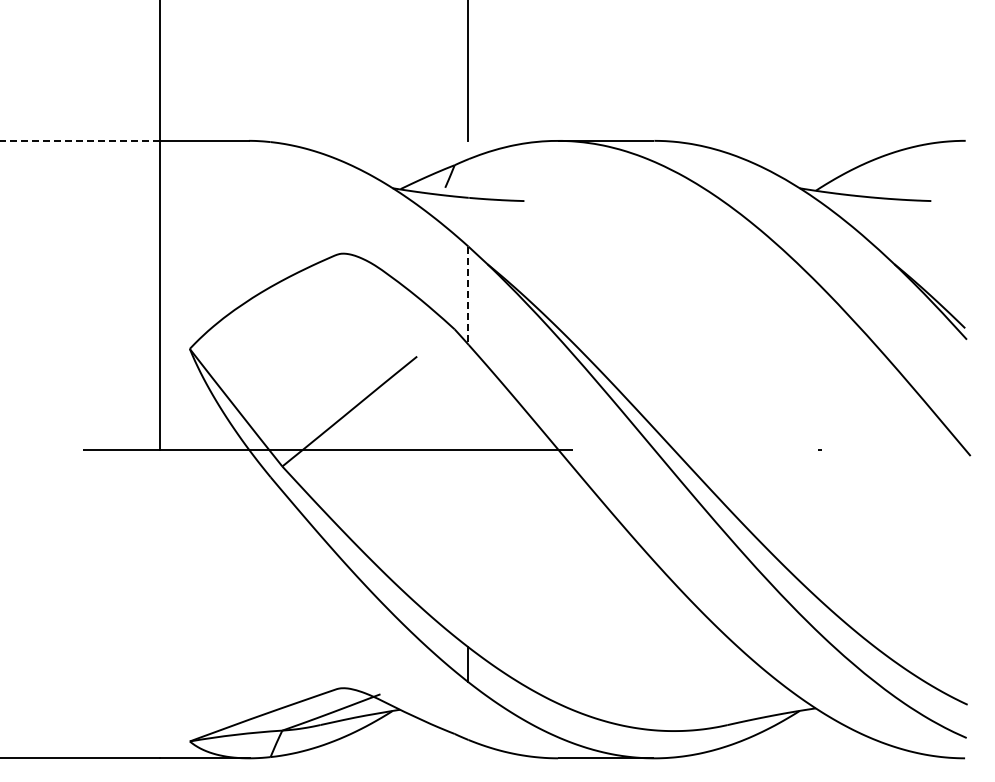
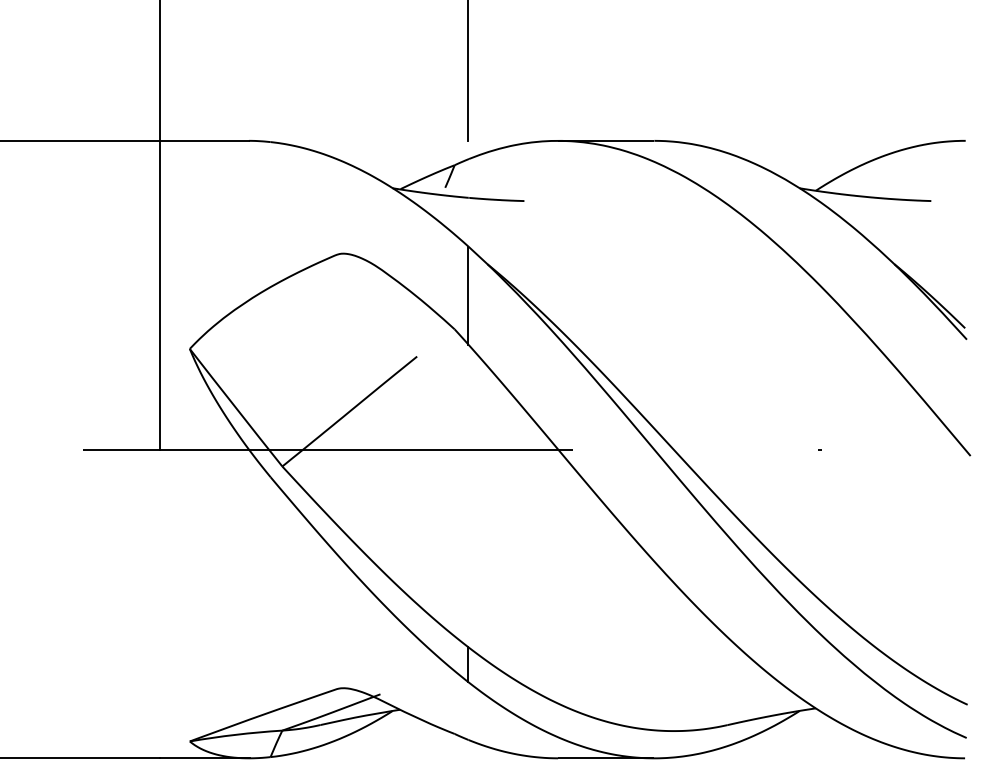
line at (79, 140): dashed -> solid
line at (468, 296): dashed -> solid
